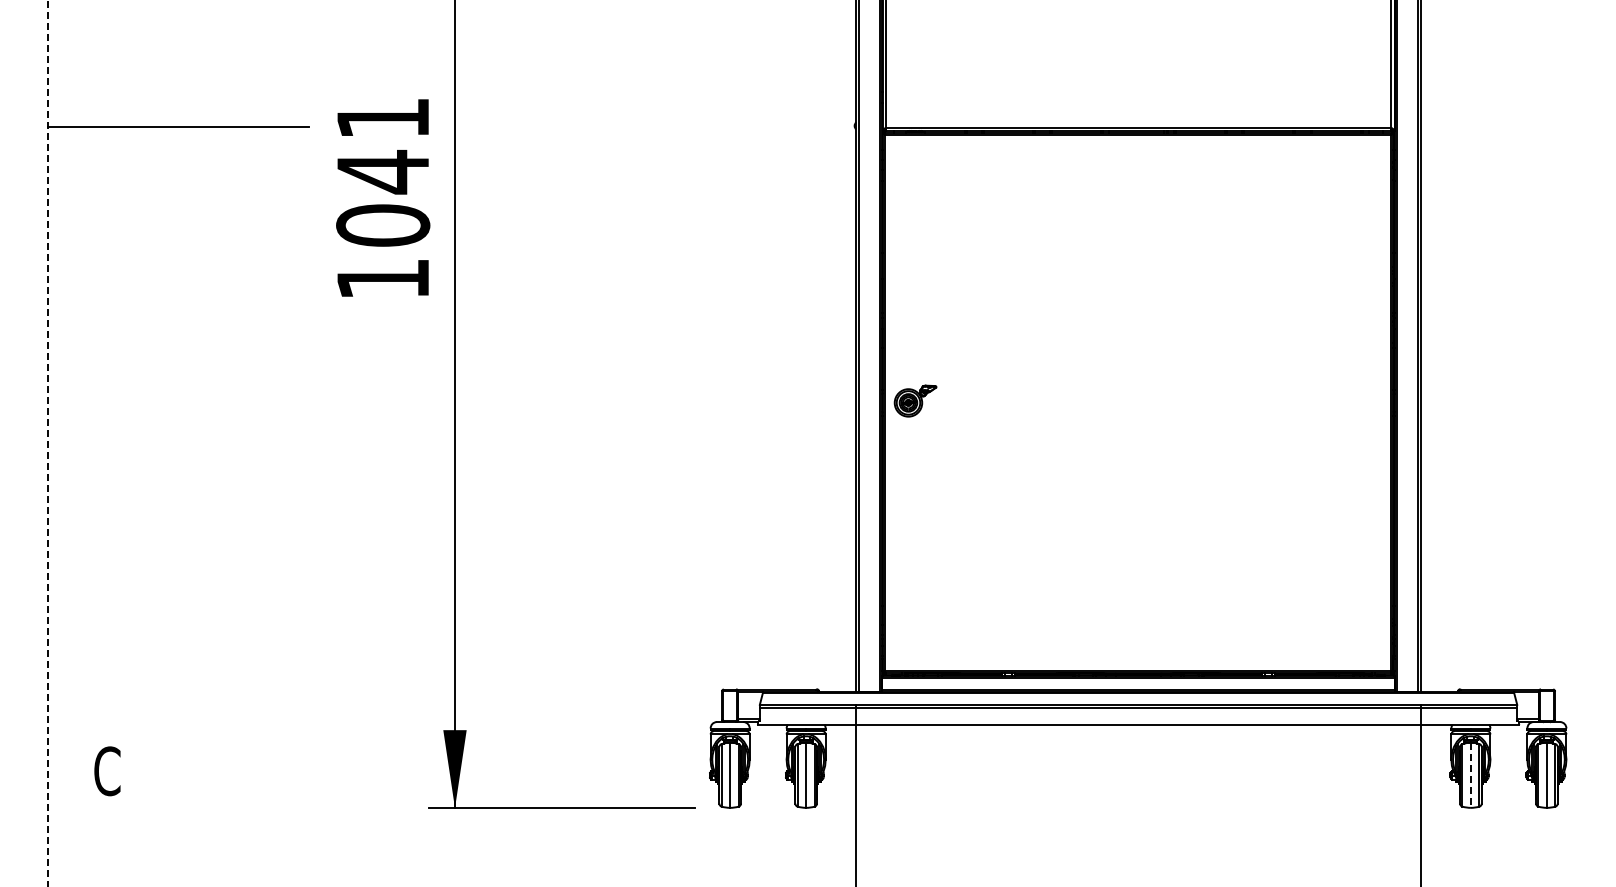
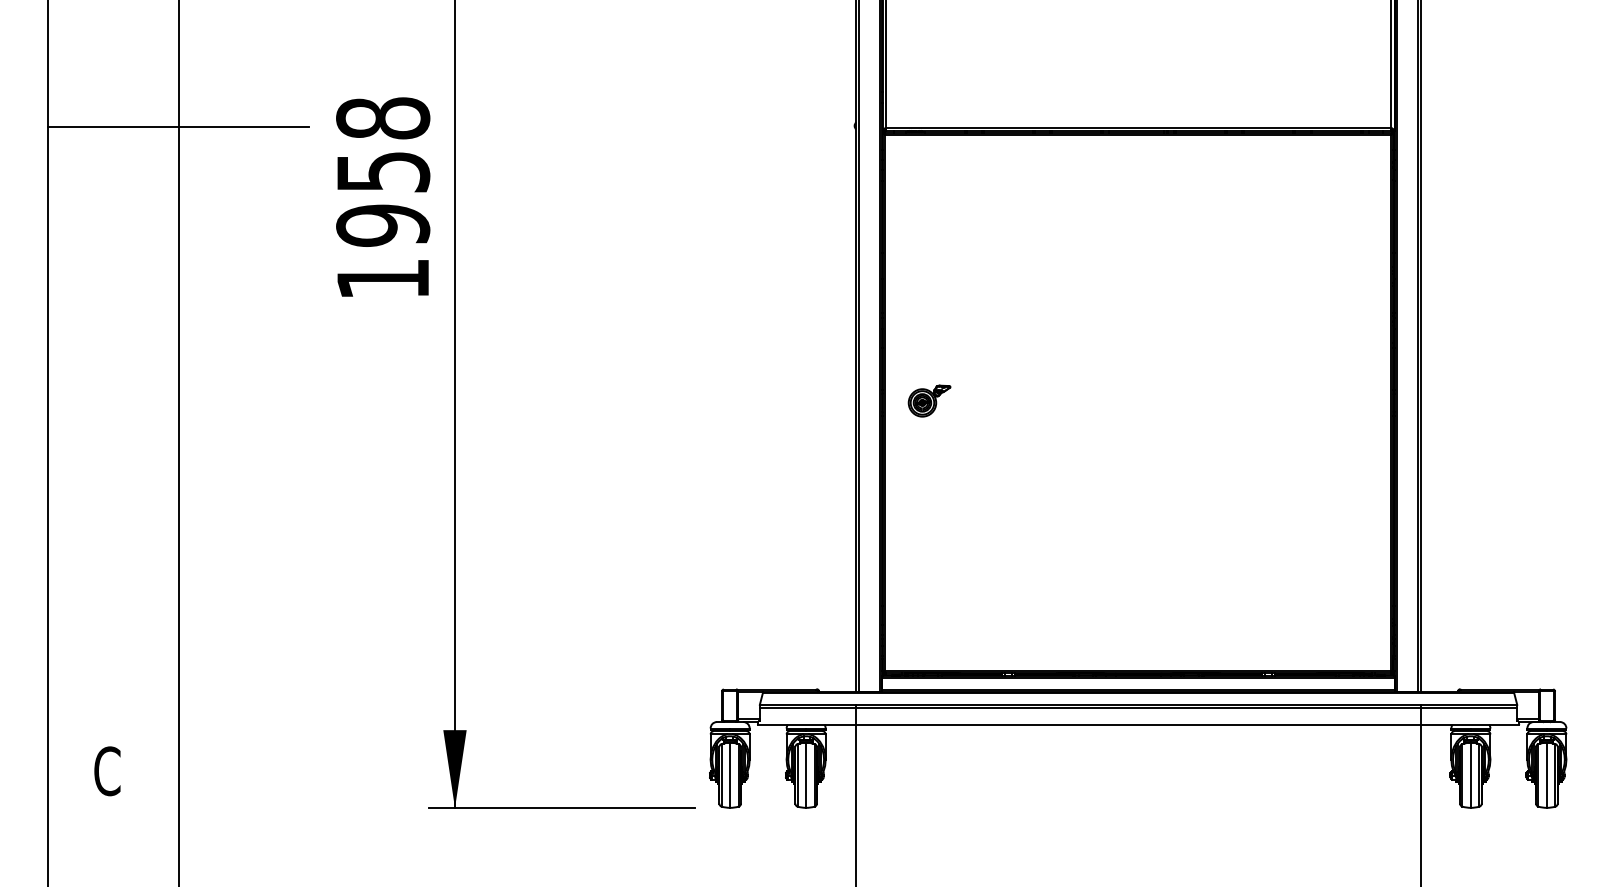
text at (383, 171): 1041 -> 1958
part at (915, 400) position: (915, 400) -> (929, 400)
line at (178, 442): none -> present
line at (48, 443): dashed -> solid
line at (1470, 776): dashed -> solid
